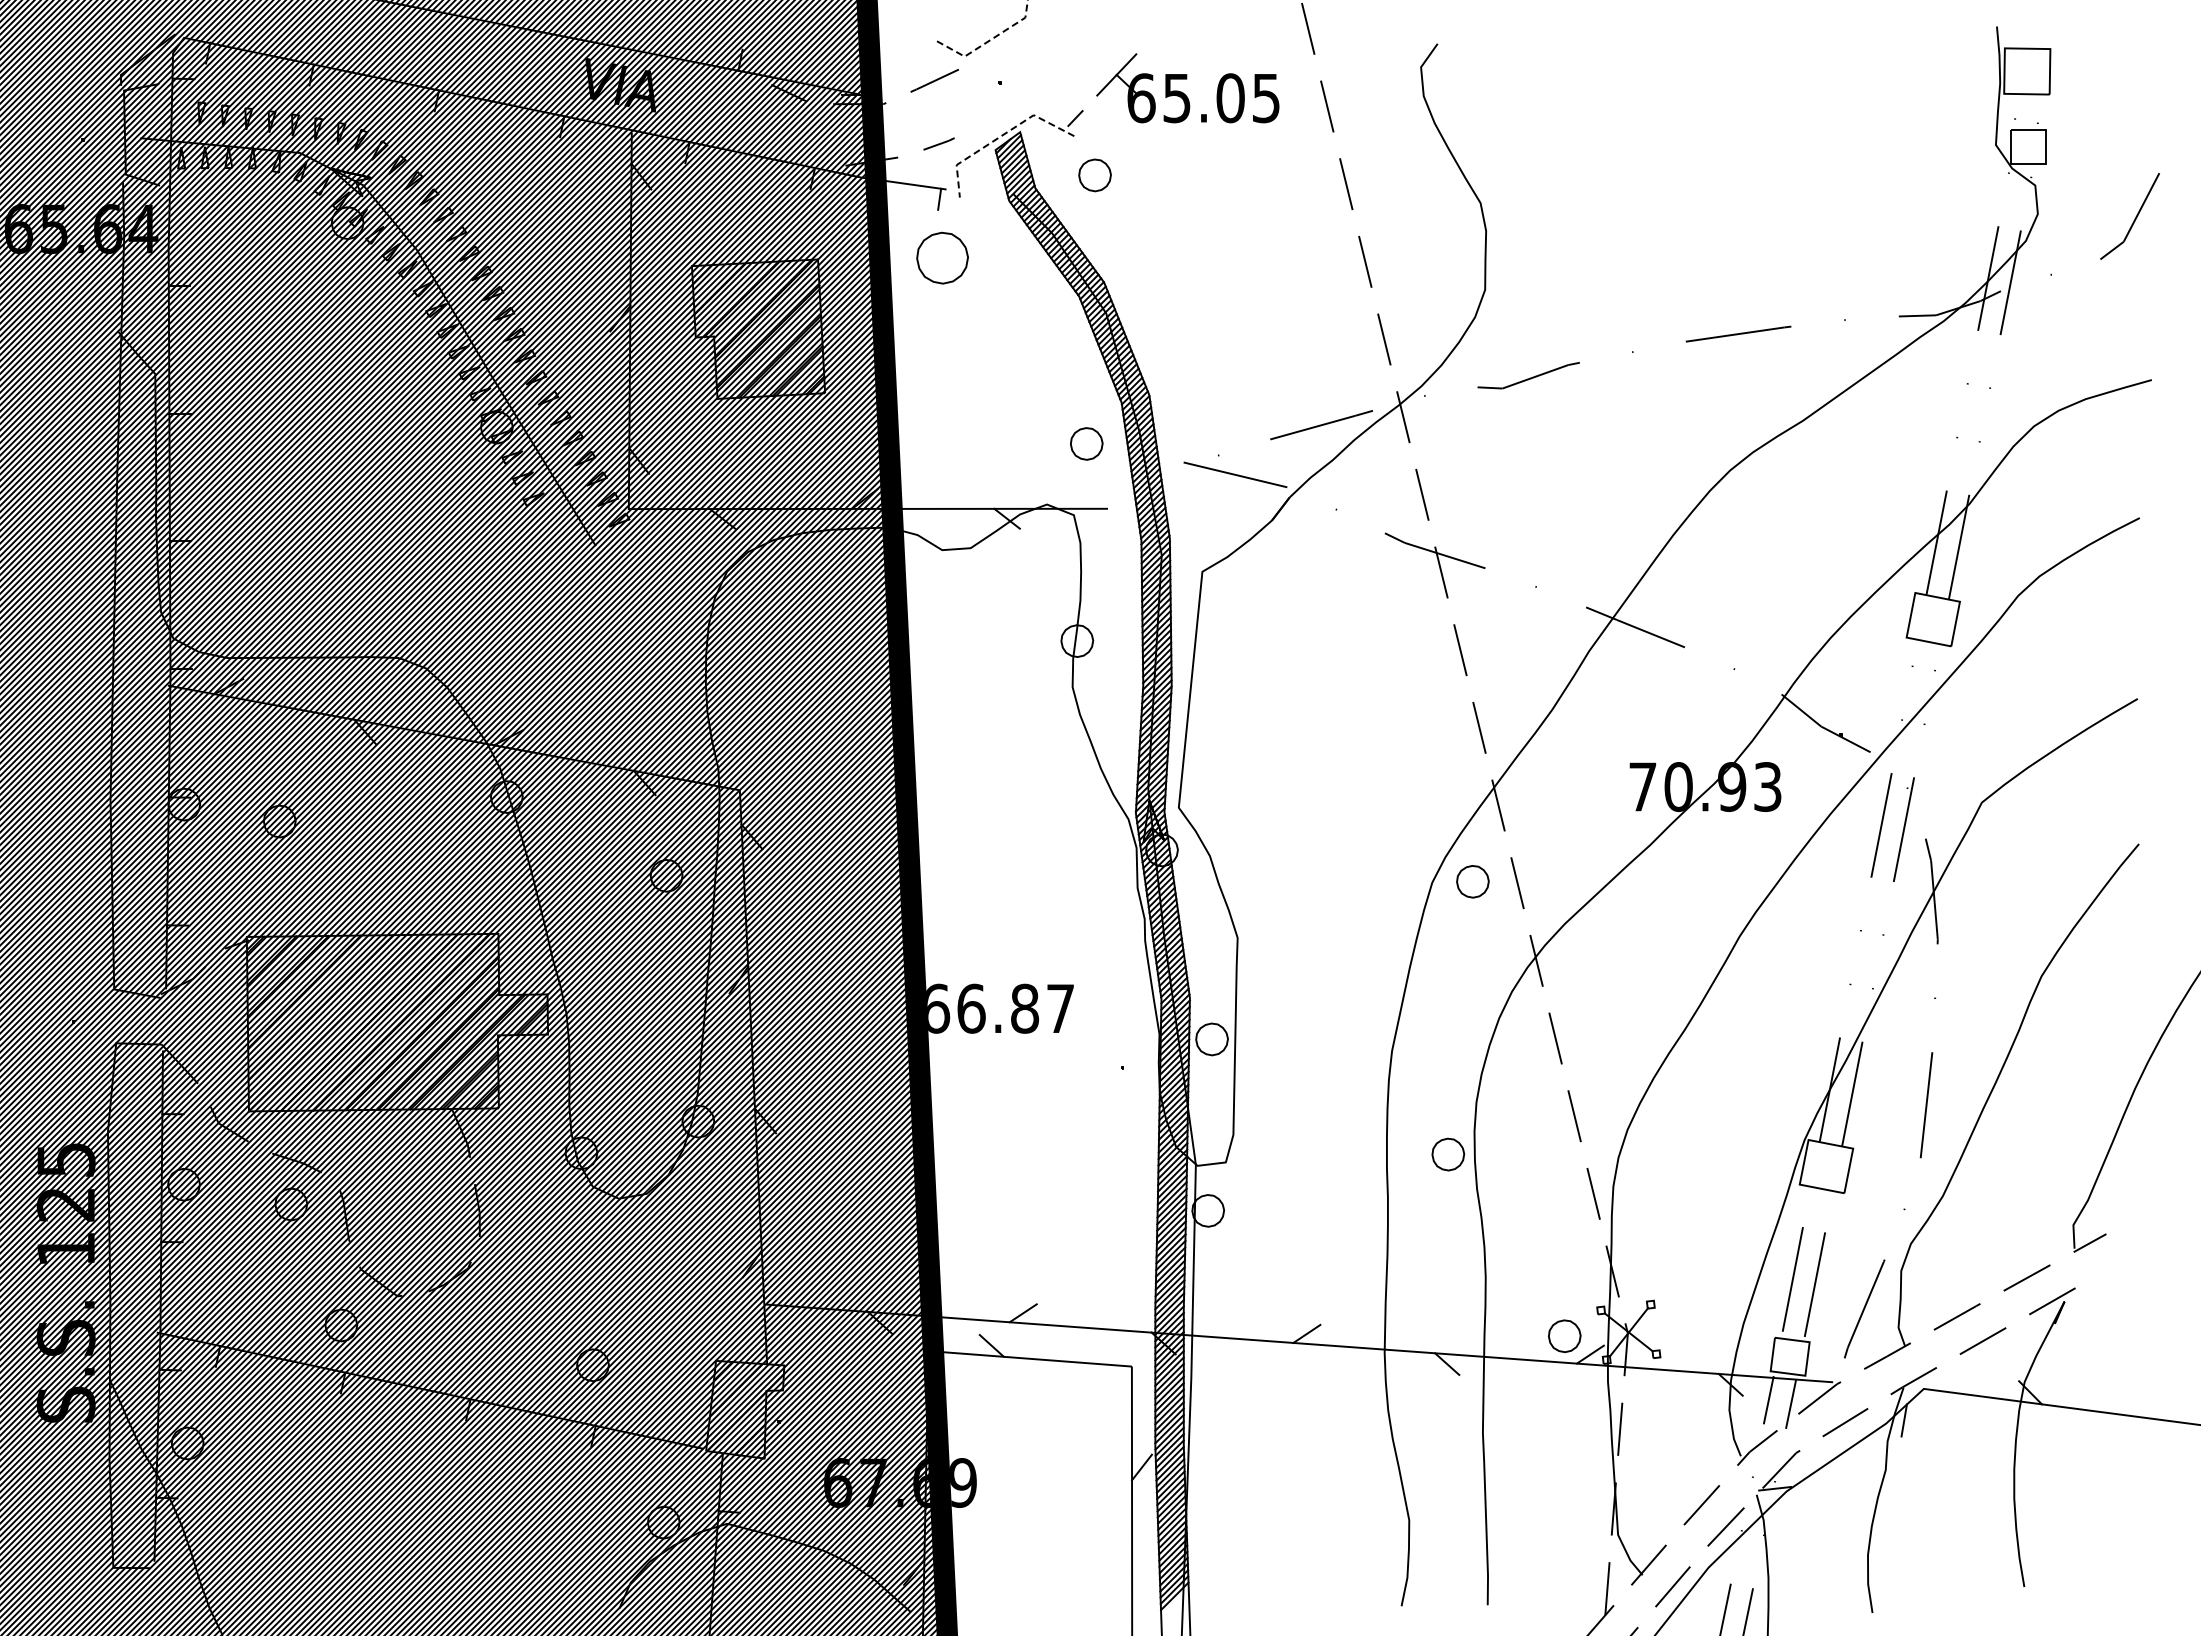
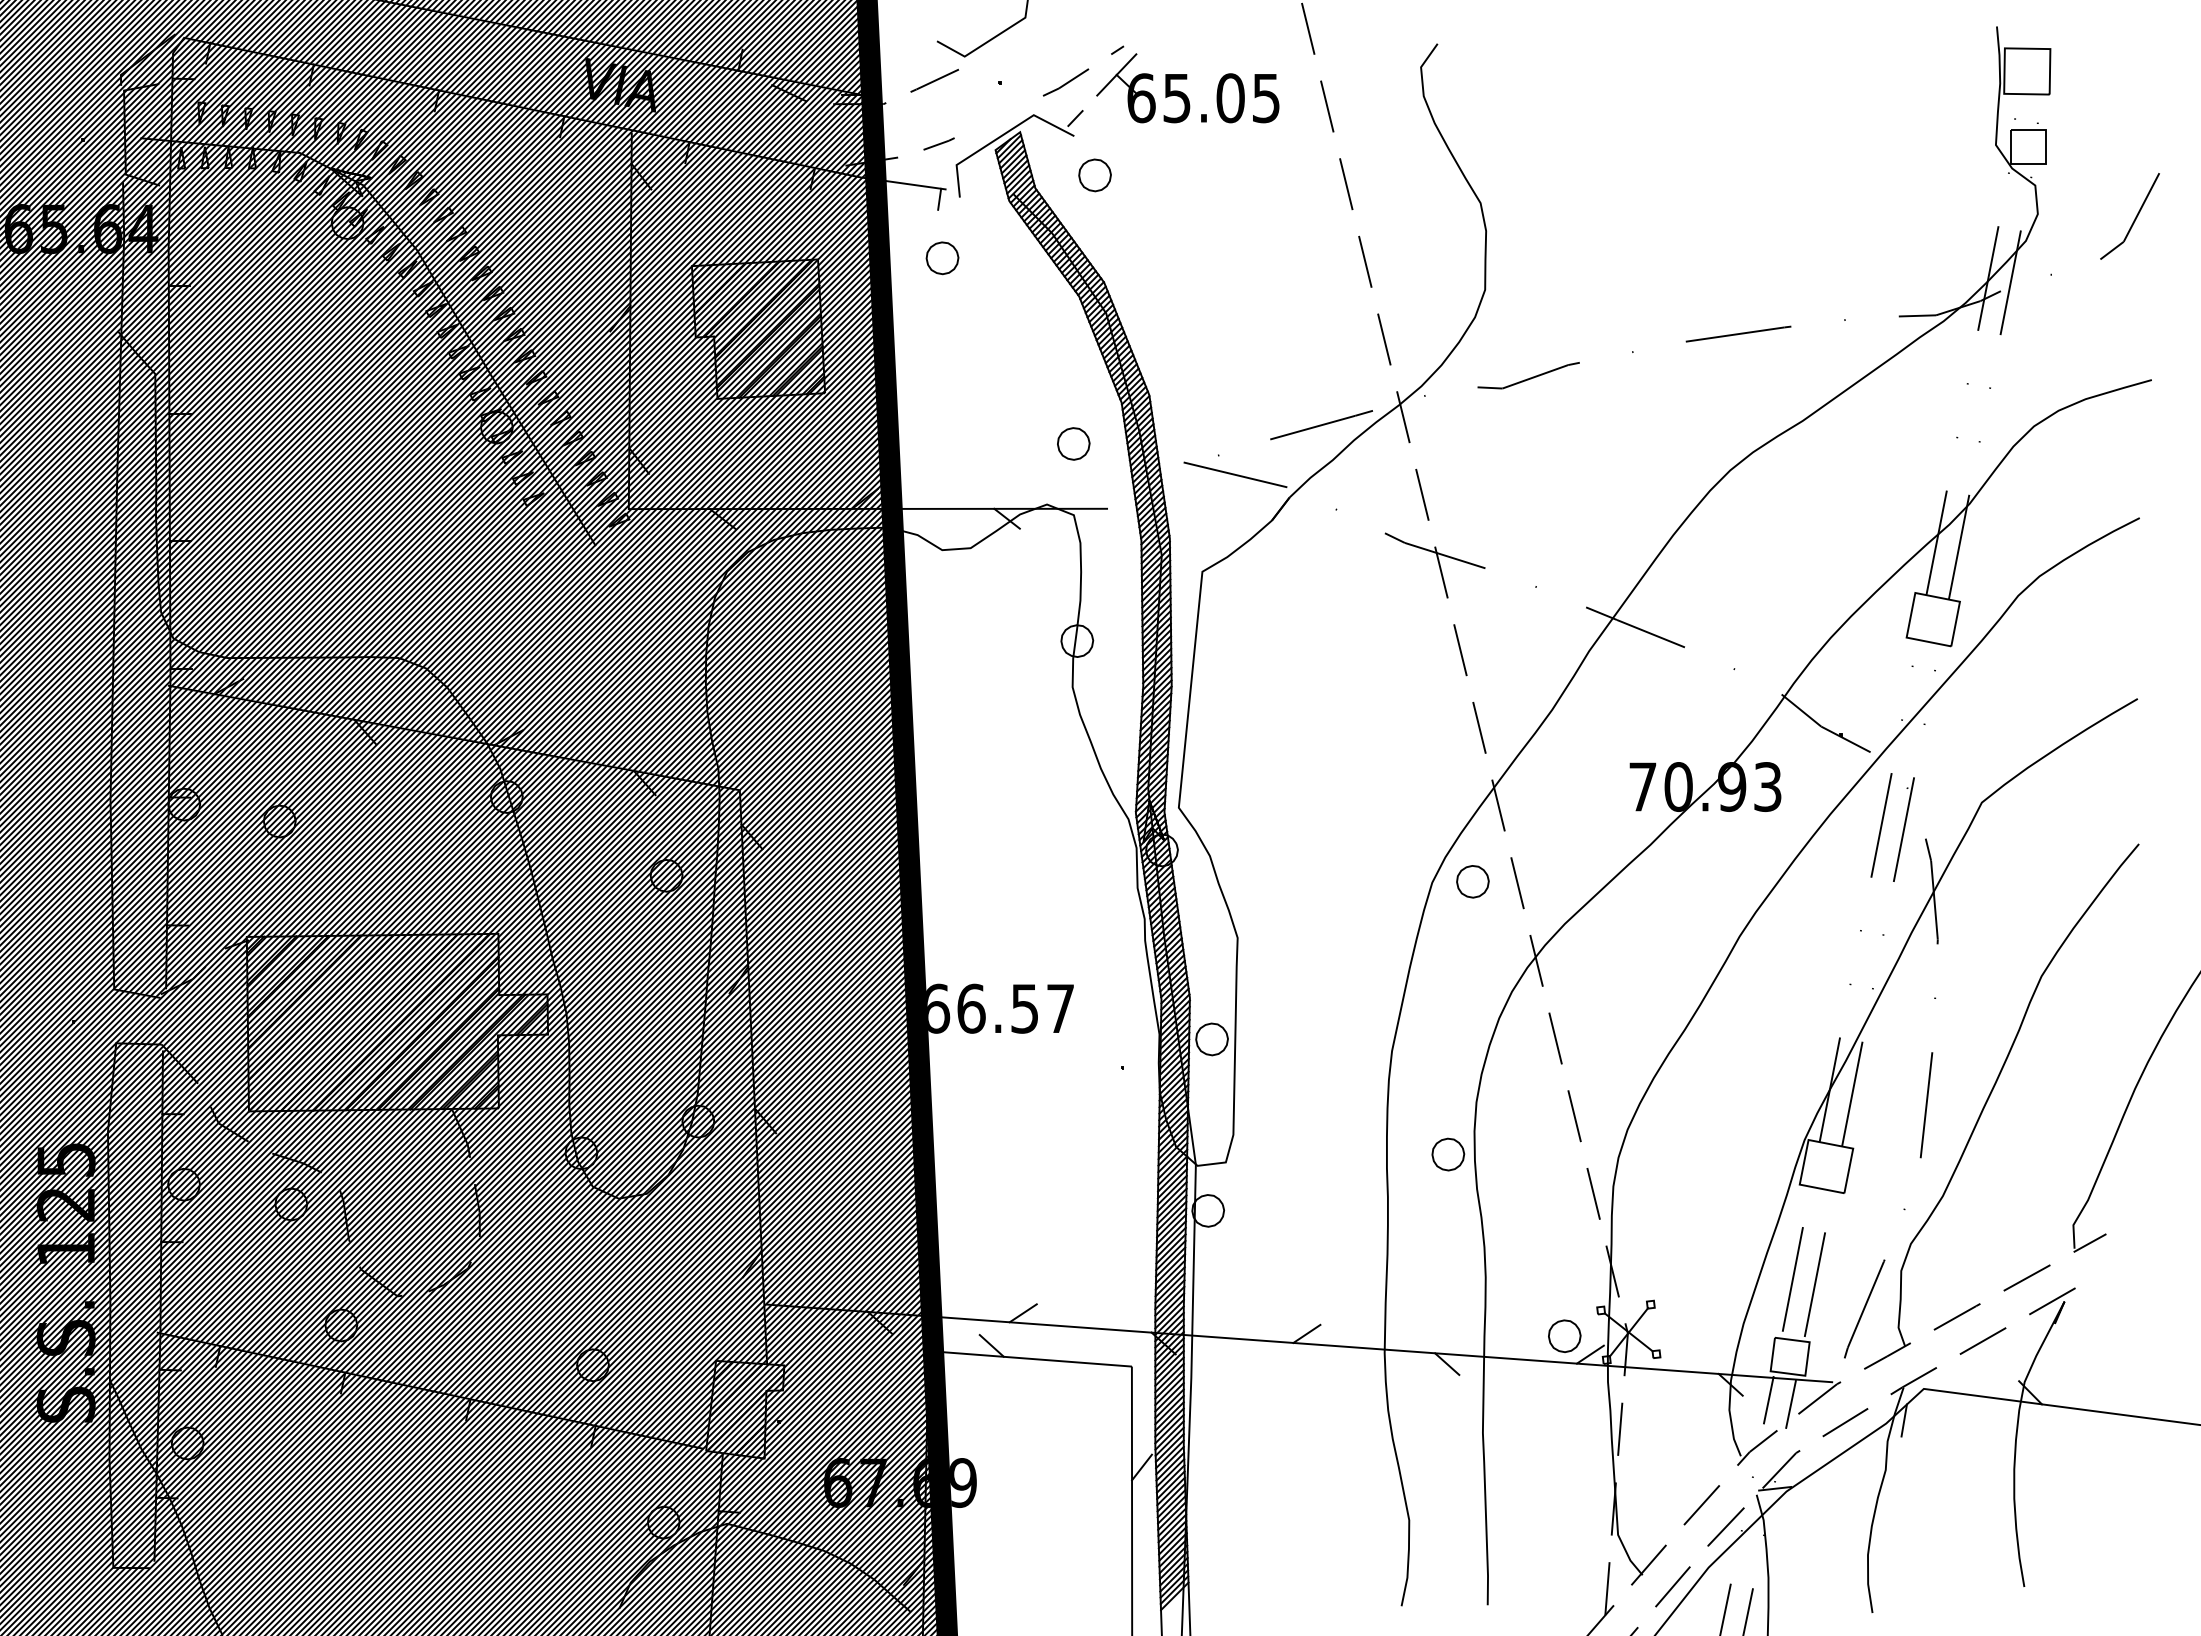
line at (989, 40): dashed -> solid
line at (1084, 70): none -> present
line at (1000, 136): dashed -> solid
part at (942, 257) size: 53x54 px -> 35x35 px
part at (1086, 443) position: (1086, 443) -> (1073, 443)
text at (1025, 1008): 66.87 -> 66.57
